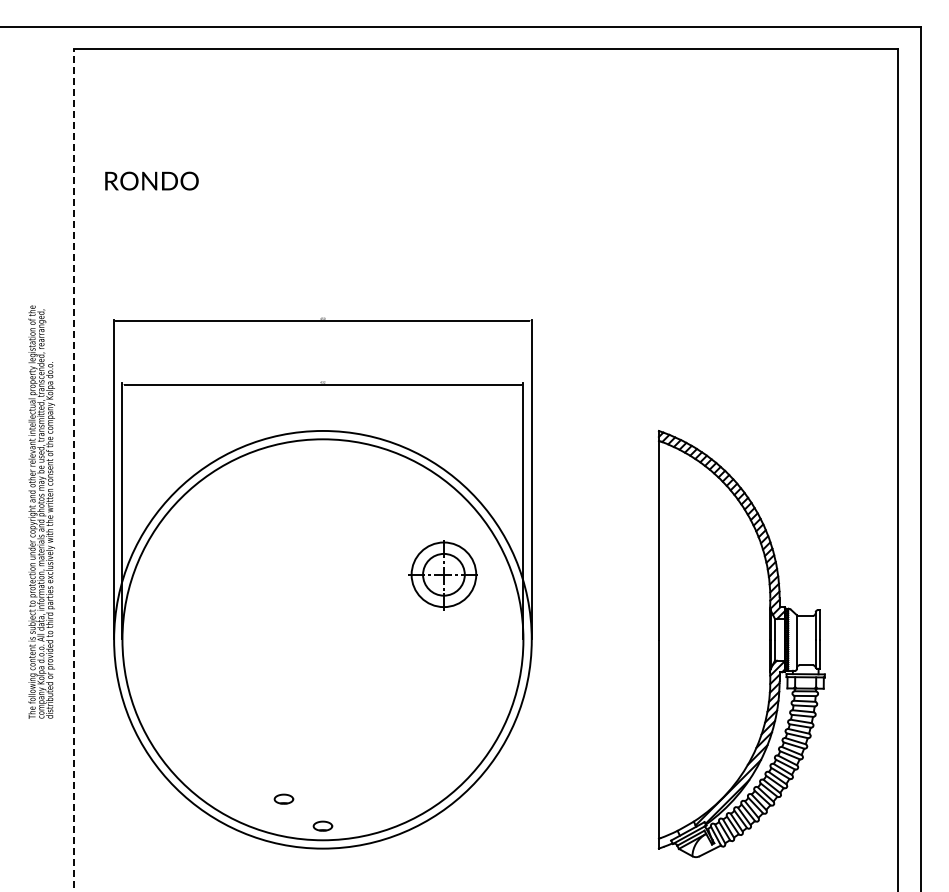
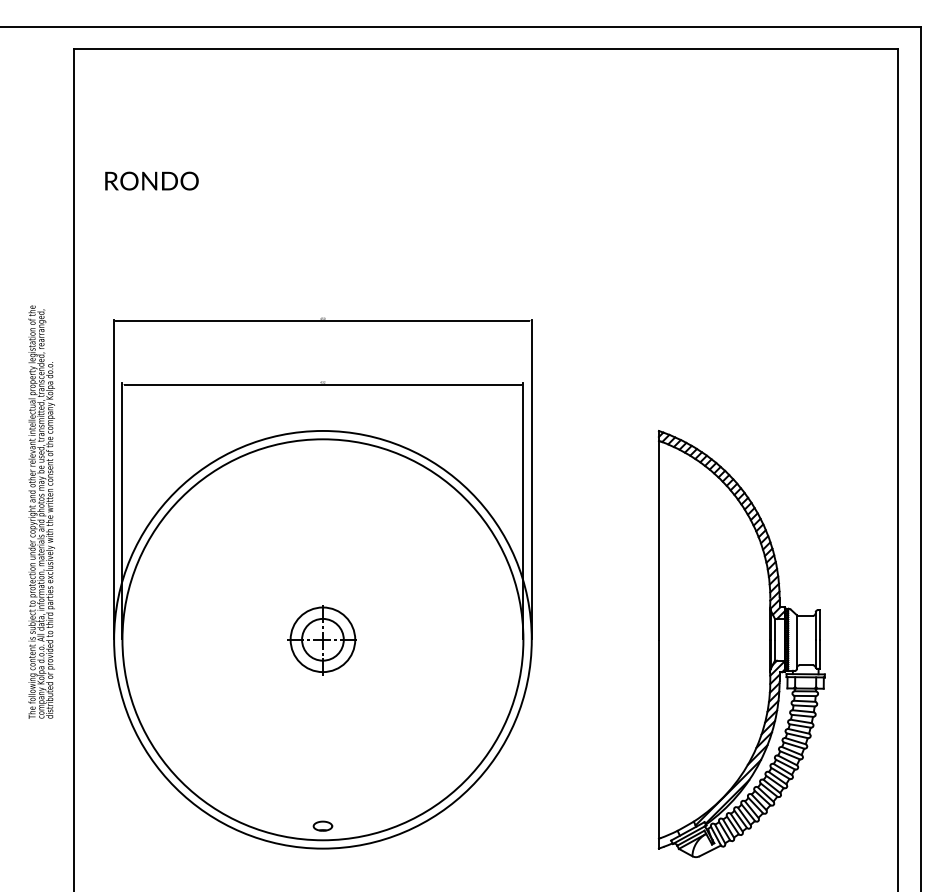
line at (74, 470): dashed -> solid
part at (442, 575) position: (442, 575) -> (321, 640)
part at (283, 798): present -> none
